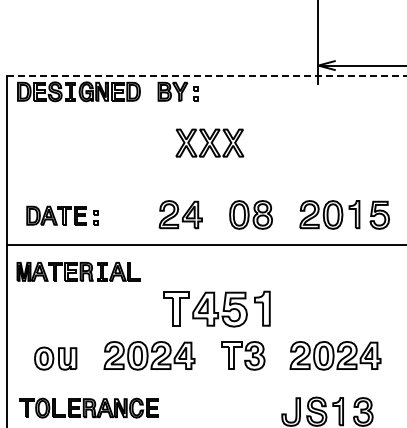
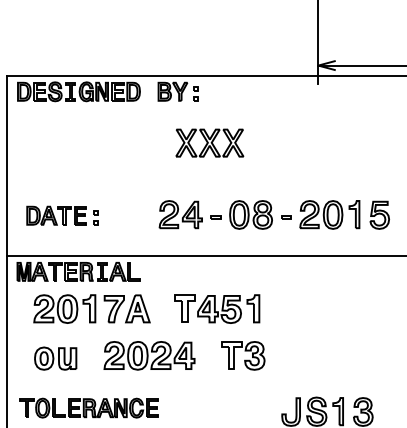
line at (207, 75): dashed -> solid
part at (215, 217): none -> present
part at (286, 217): none -> present
line at (205, 244) position: (205, 244) -> (205, 255)
part at (91, 308): none -> present
part at (216, 308) size: 108x38 px -> 87x30 px
part at (335, 355): present -> none
